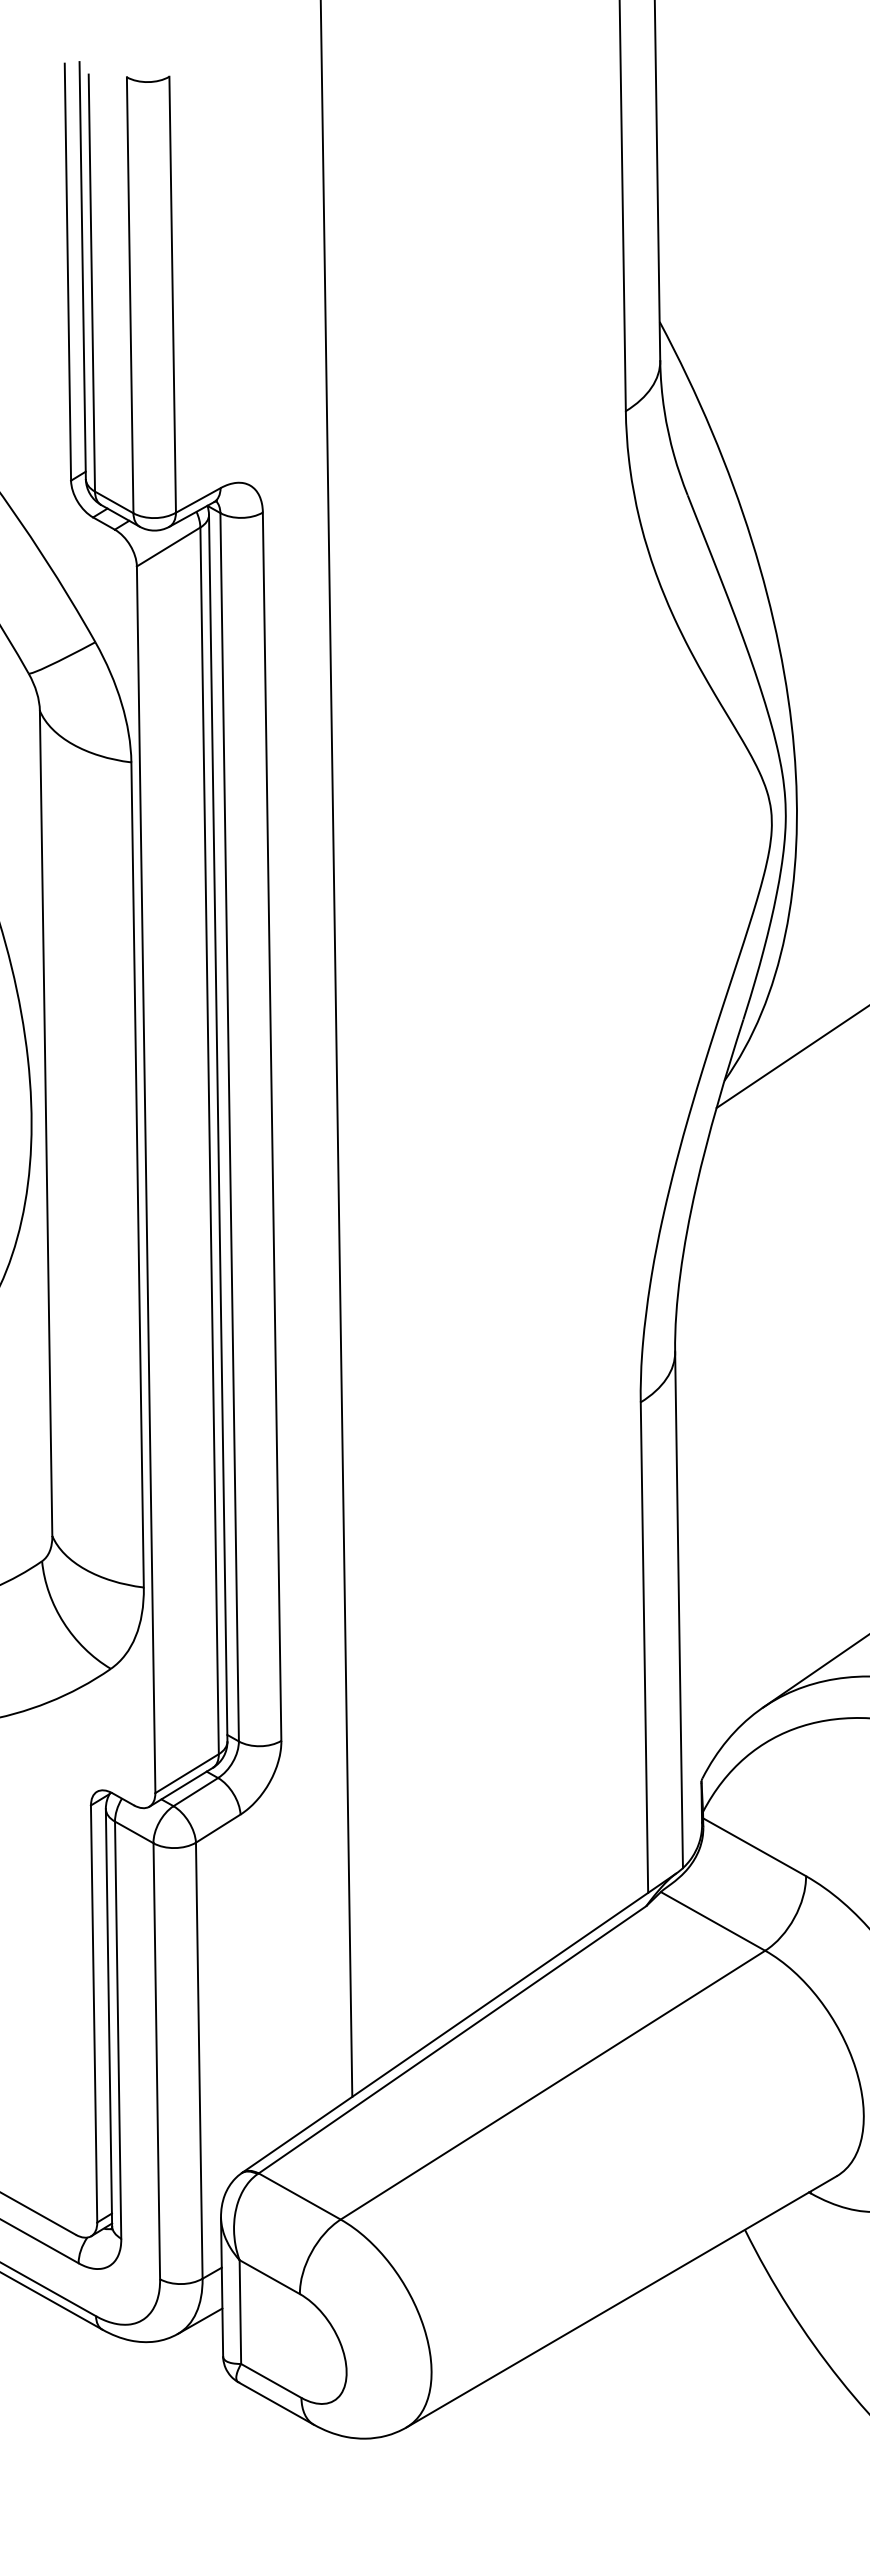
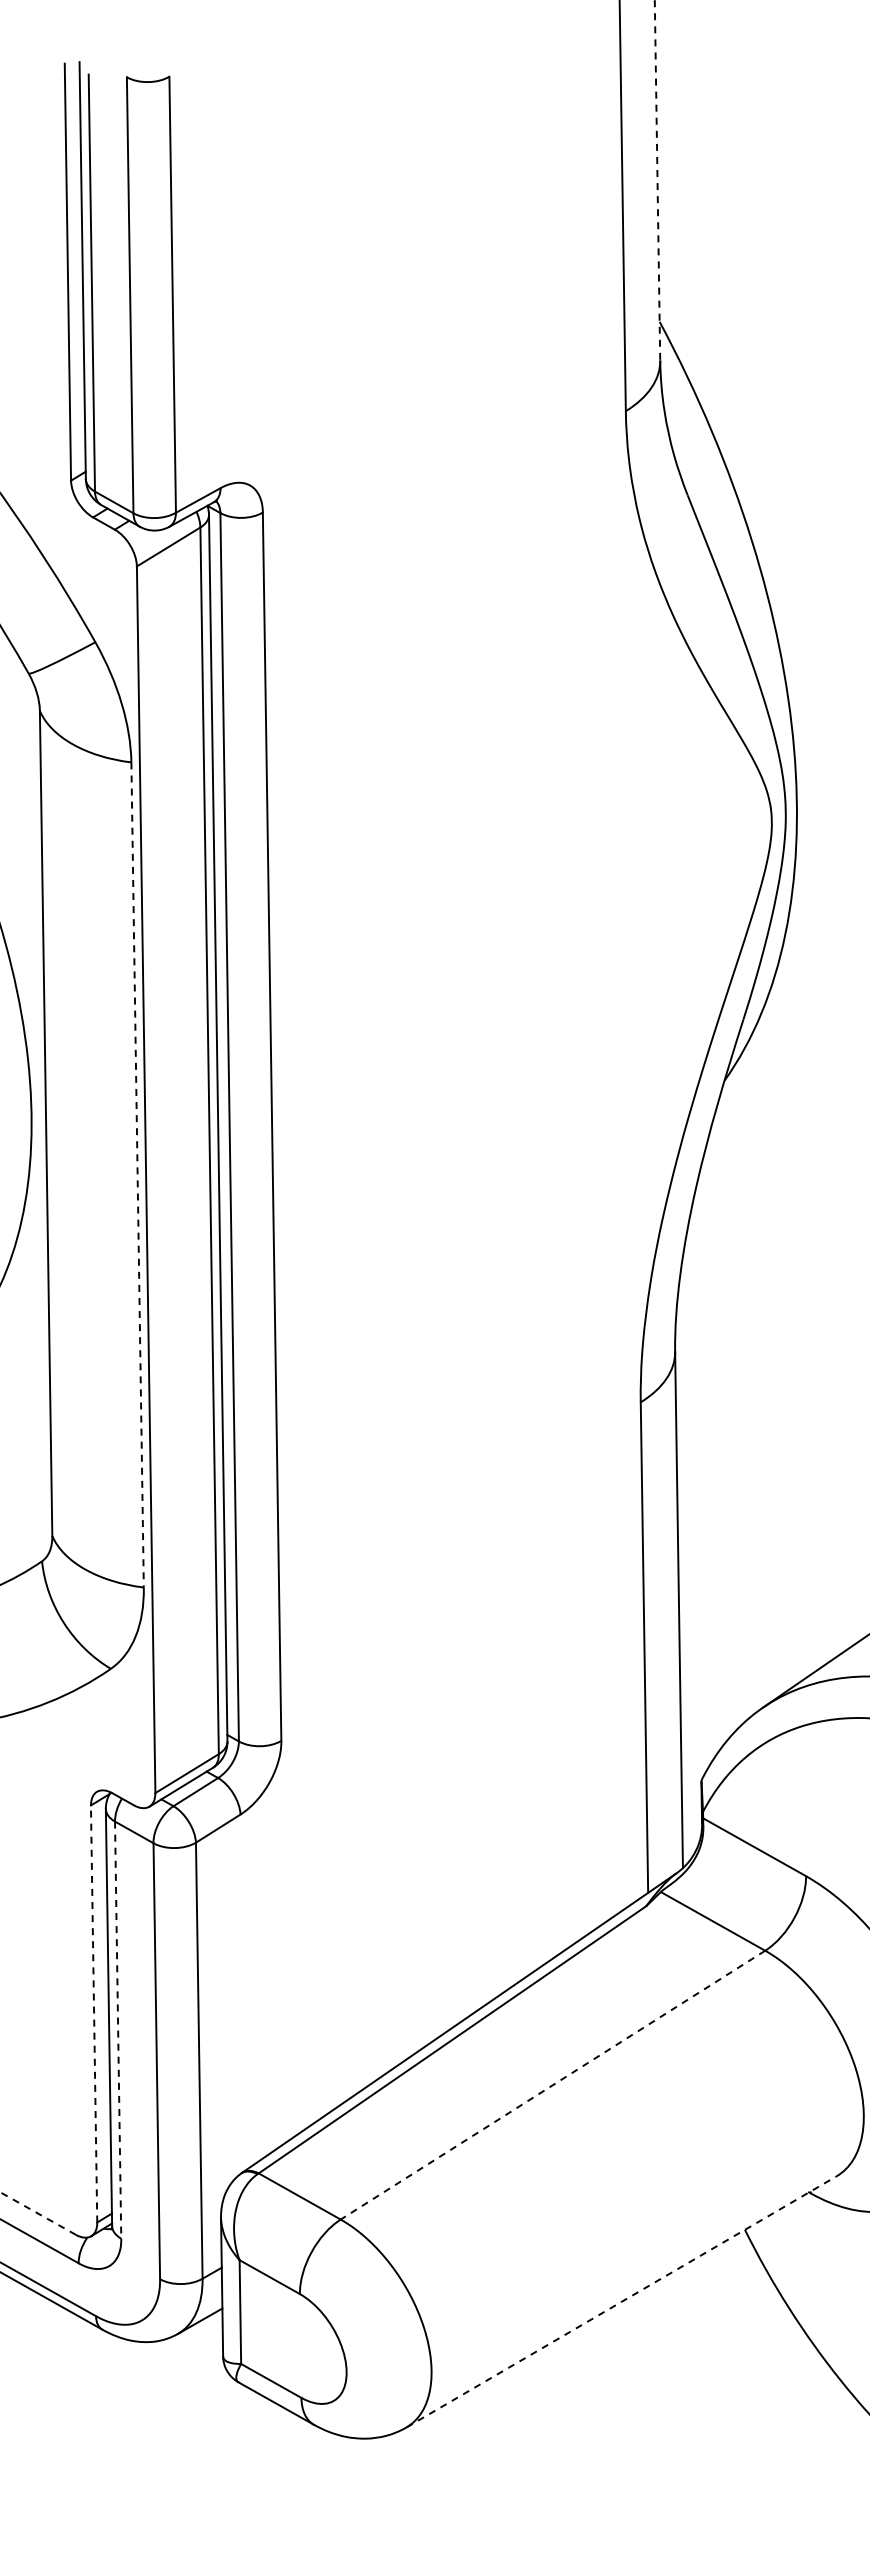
line at (657, 180): solid -> dashed
line at (336, 1049): present -> none
line at (791, 1057): present -> none
line at (137, 1174): solid -> dashed
line at (94, 2014): solid -> dashed
line at (118, 2030): solid -> dashed
line at (552, 2085): solid -> dashed
line at (37, 2213): solid -> dashed
line at (622, 2301): solid -> dashed
